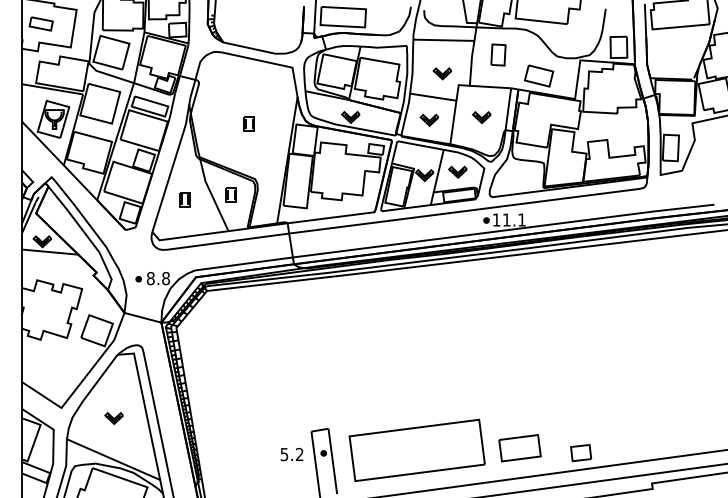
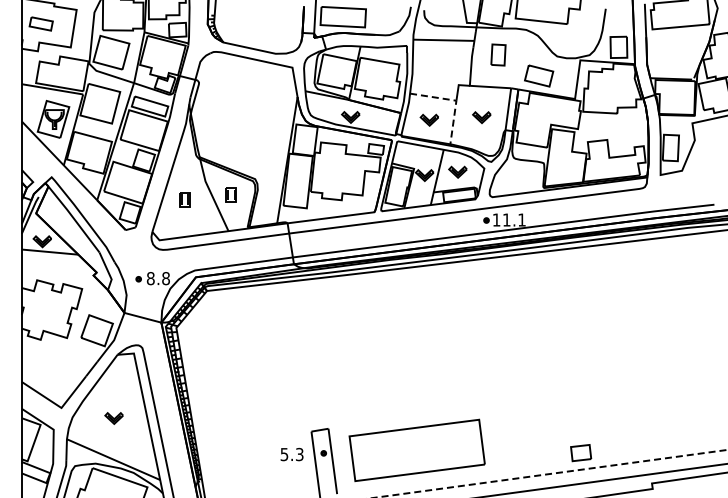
part at (441, 73): present -> none
line at (456, 100): solid -> dashed
part at (248, 123): present -> none
part at (519, 448): present -> none
text at (299, 454): 5.2 -> 5.3
line at (550, 473): solid -> dashed
